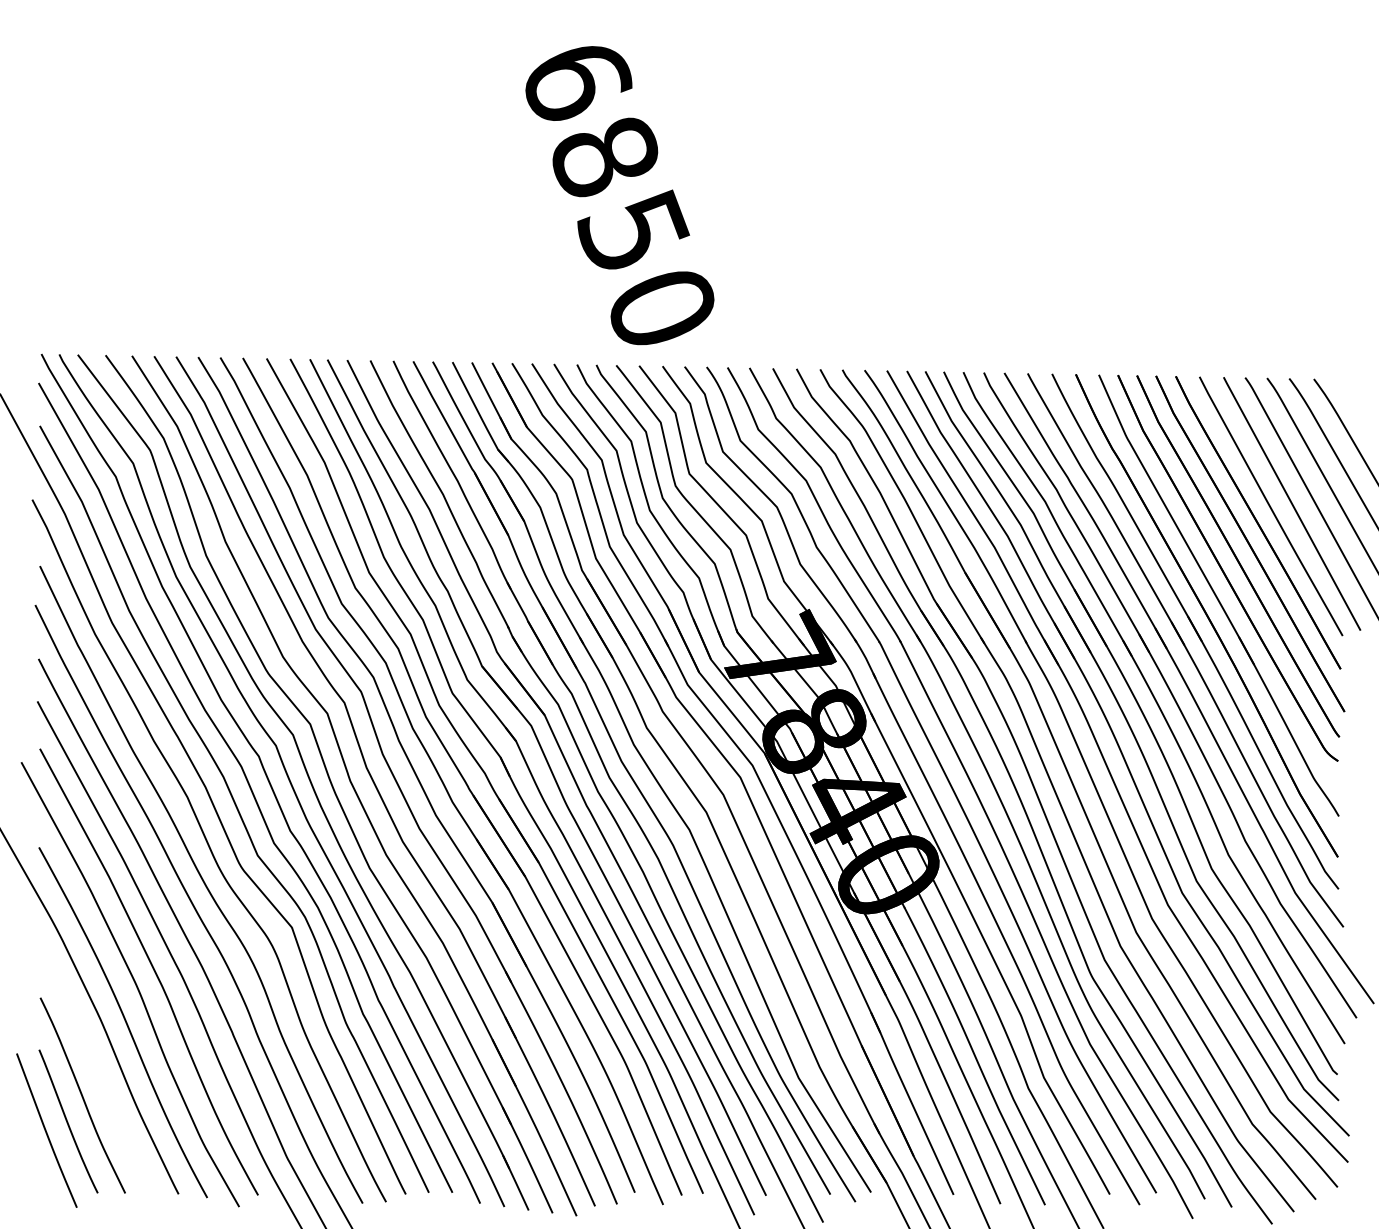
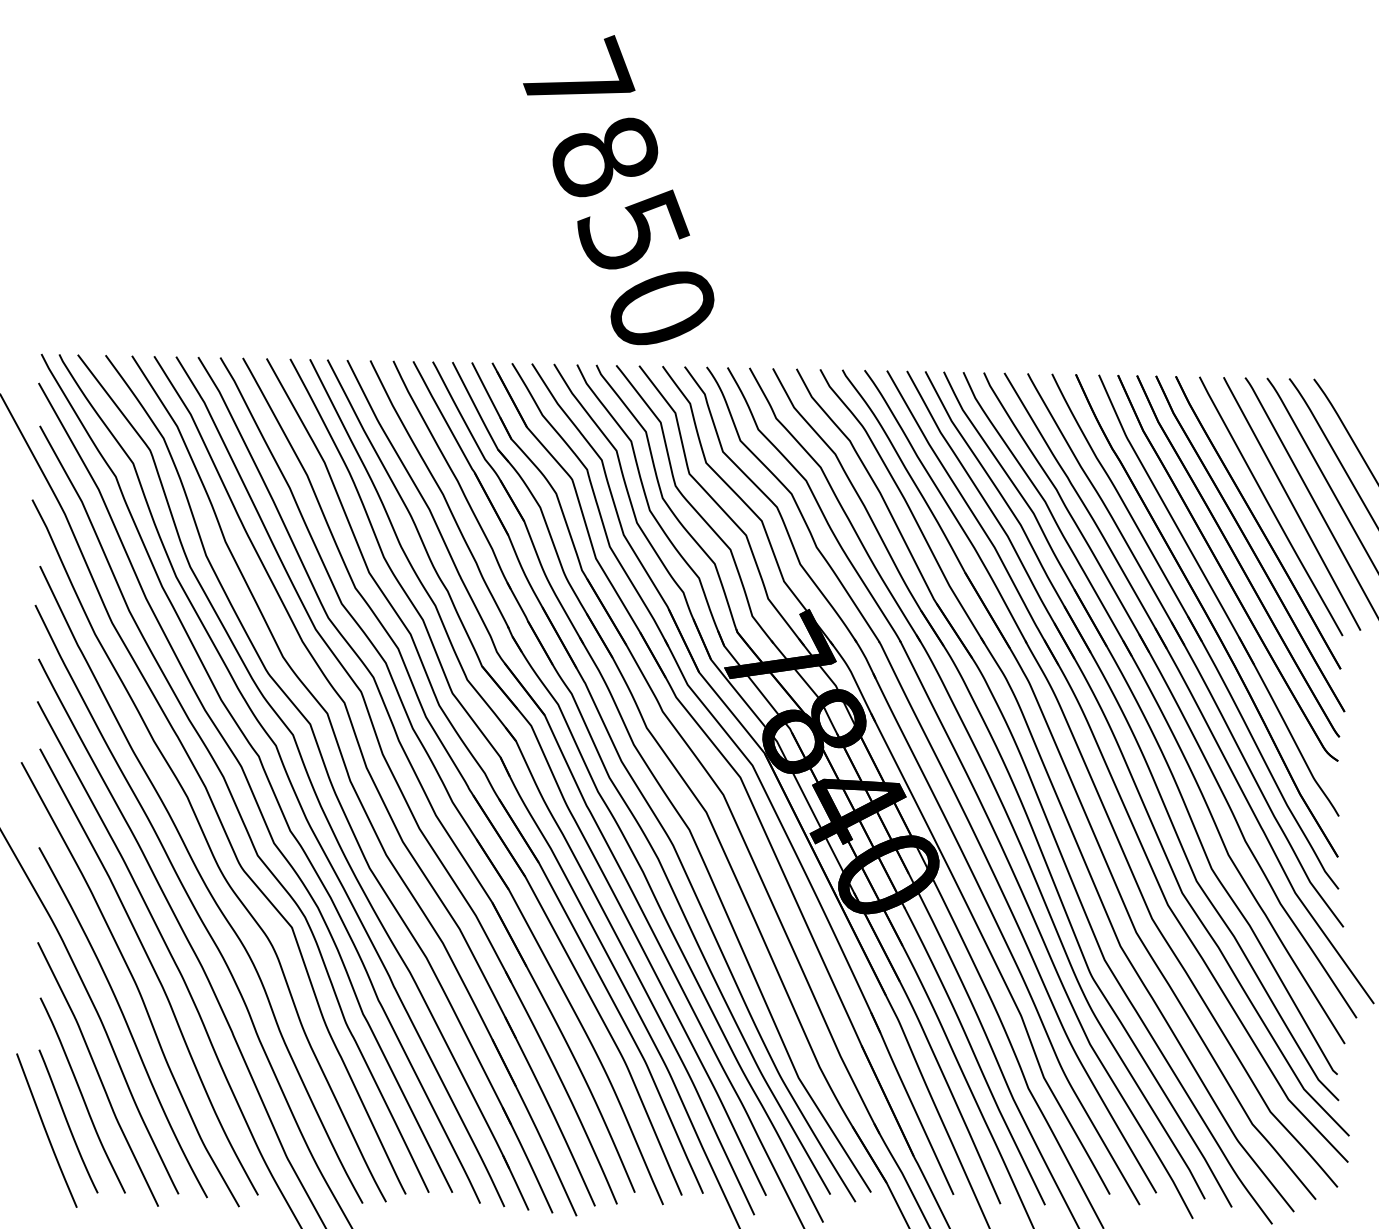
text at (579, 77): 6850 -> 7850
curve at (97, 1074): none -> present
